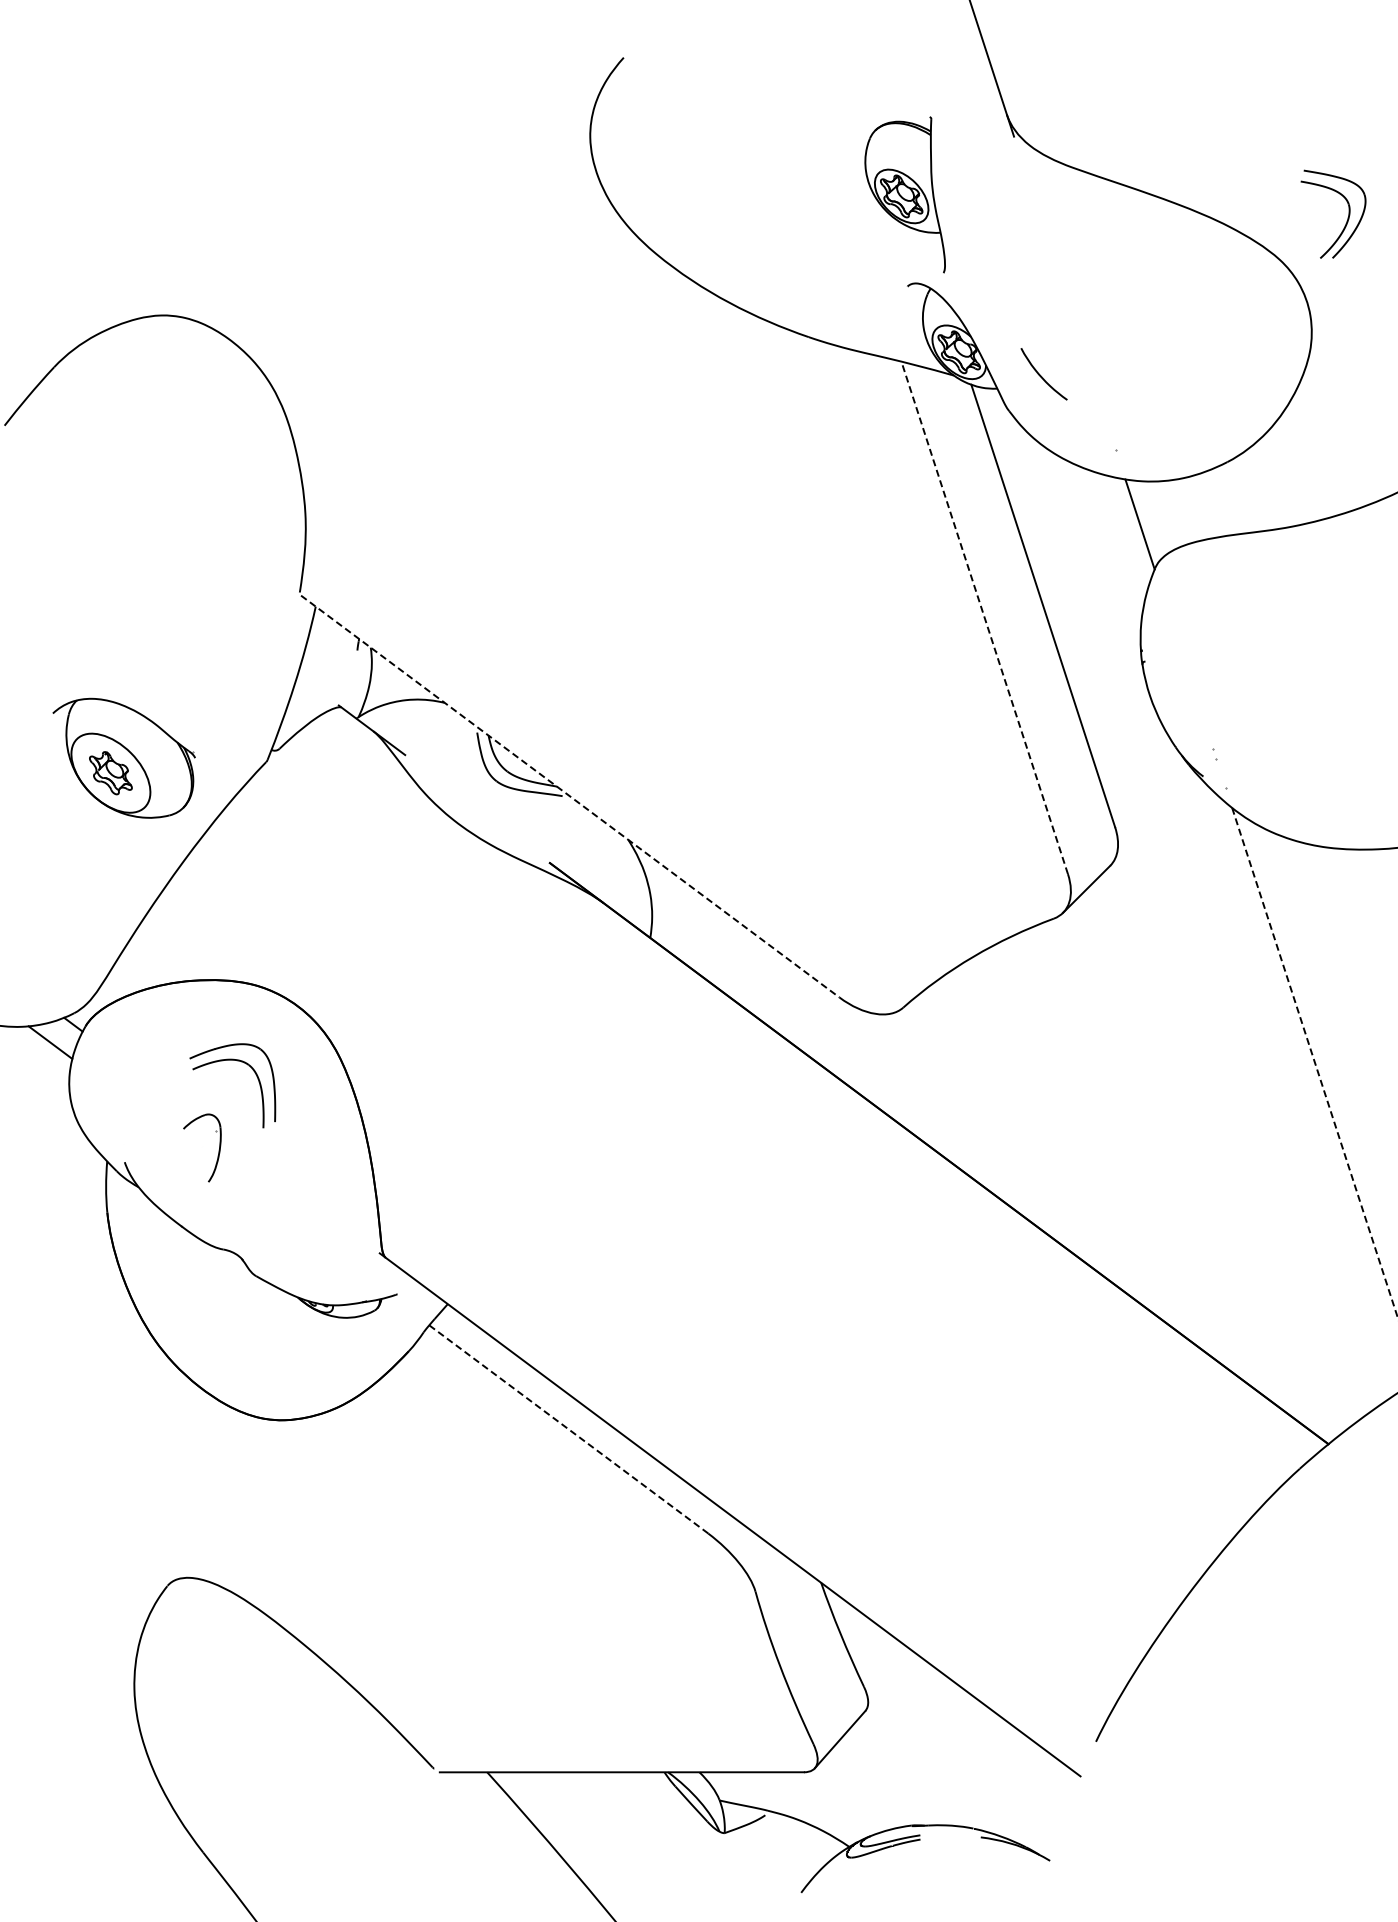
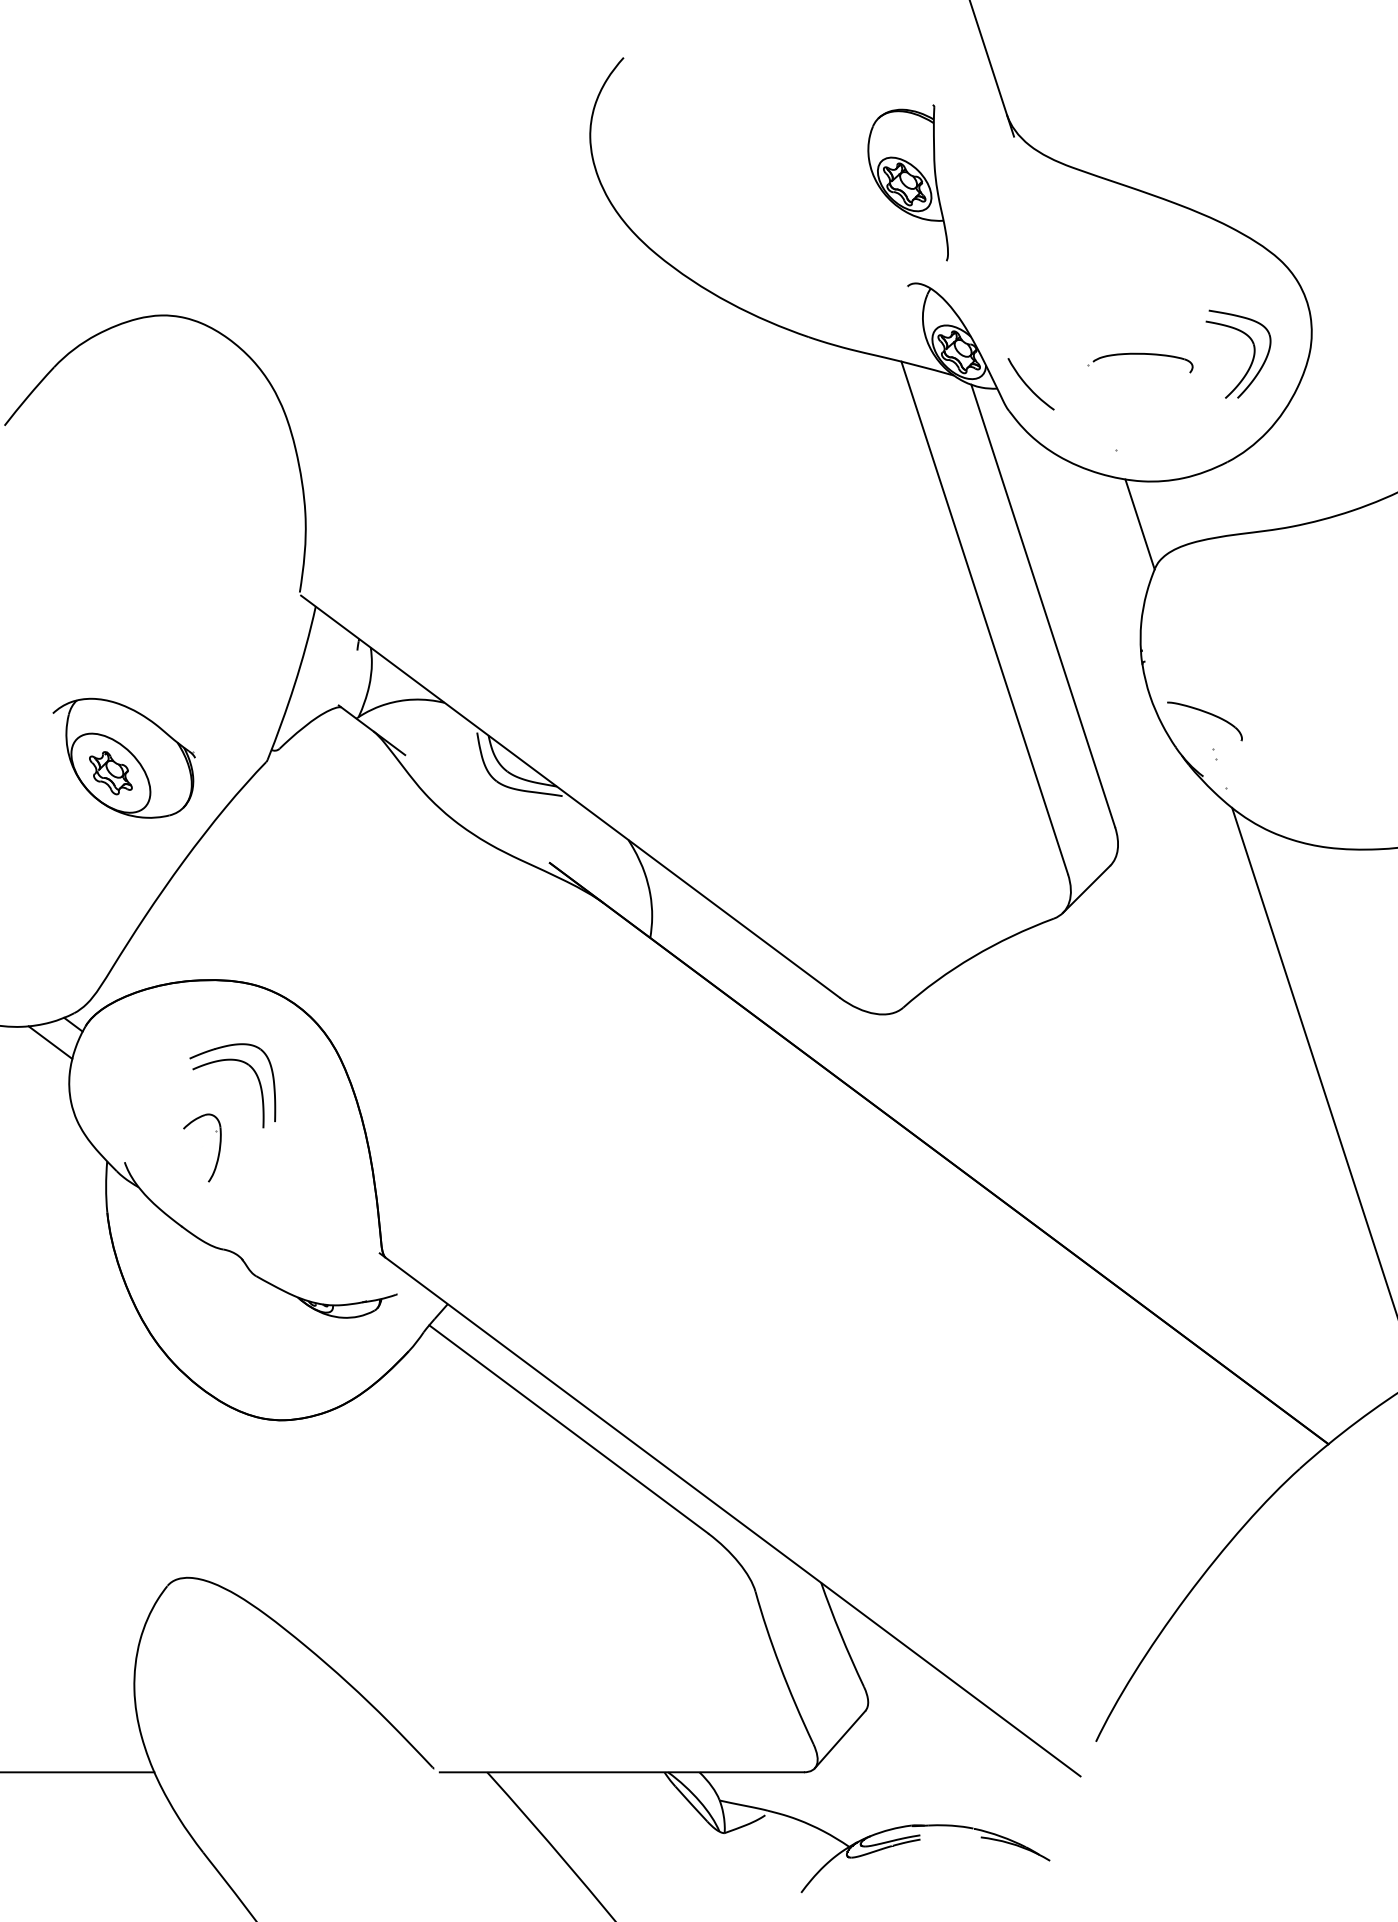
part at (904, 194) position: (904, 194) -> (907, 182)
part at (1347, 217) position: (1347, 217) -> (1252, 357)
part at (1140, 354): none -> present
part at (1043, 374) position: (1043, 374) -> (1030, 384)
line at (984, 617): dashed -> solid
part at (1208, 714): none -> present
line at (570, 796): dashed -> solid
line at (1315, 1063): dashed -> solid
line at (568, 1429): dashed -> solid
line at (78, 1772): none -> present
